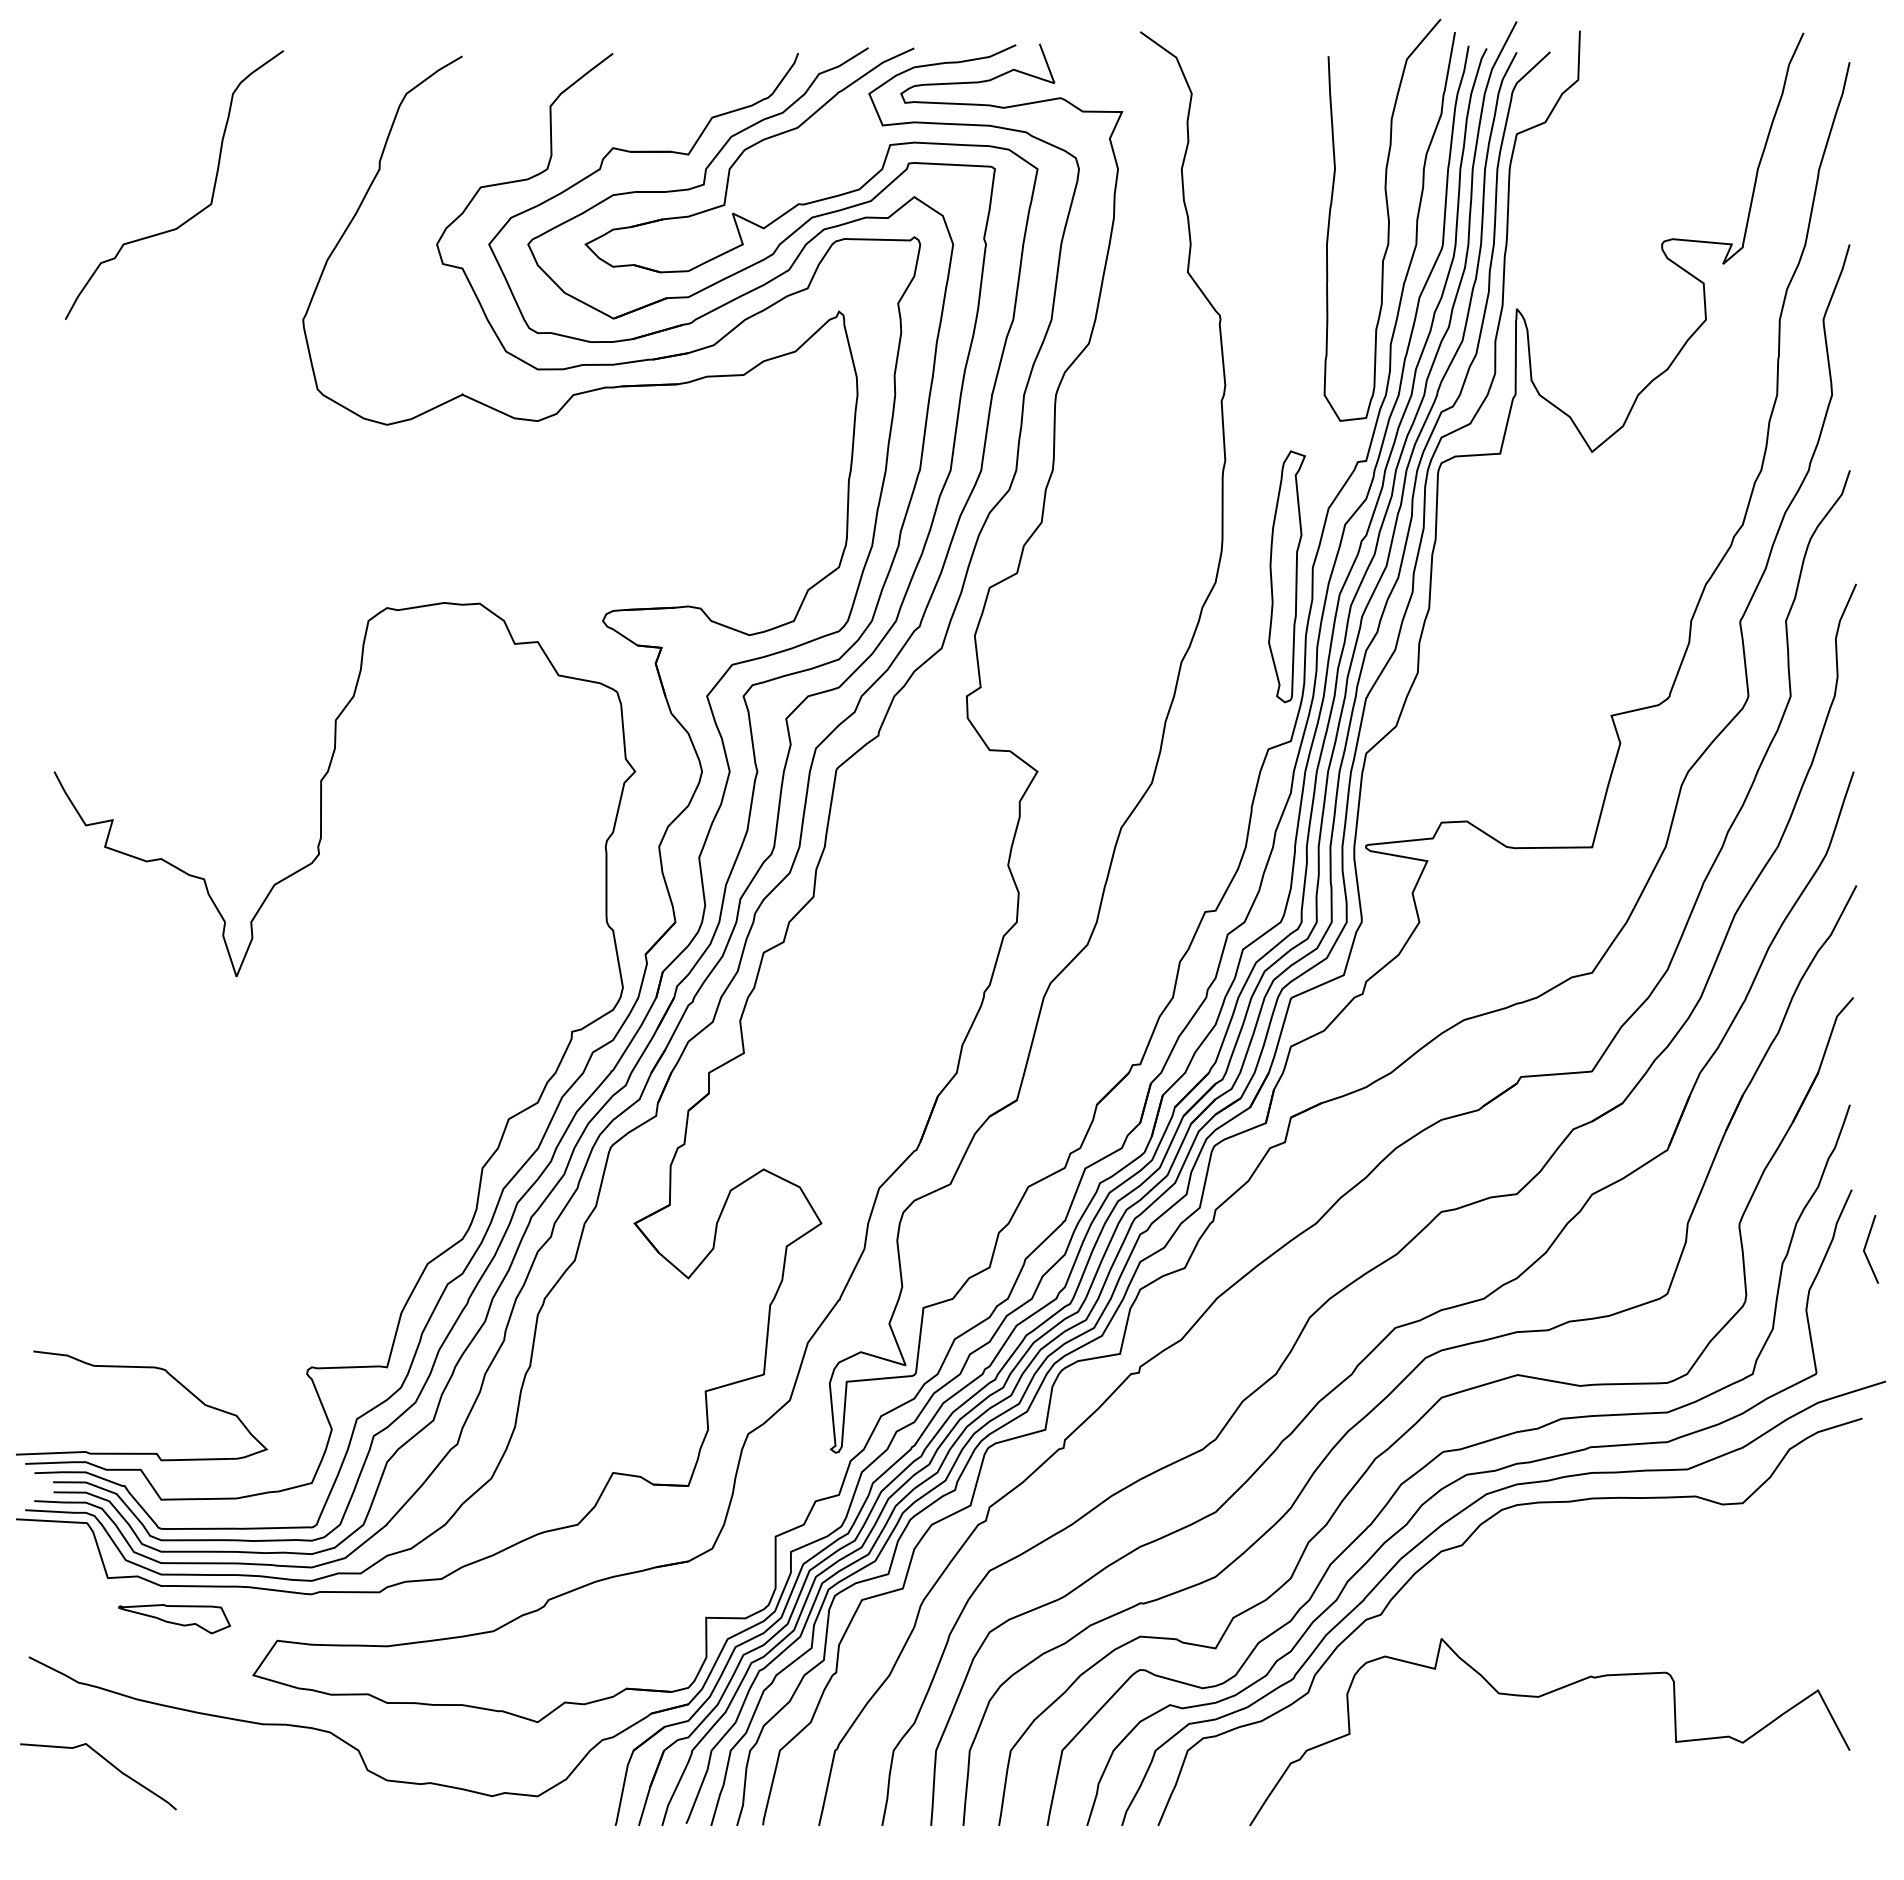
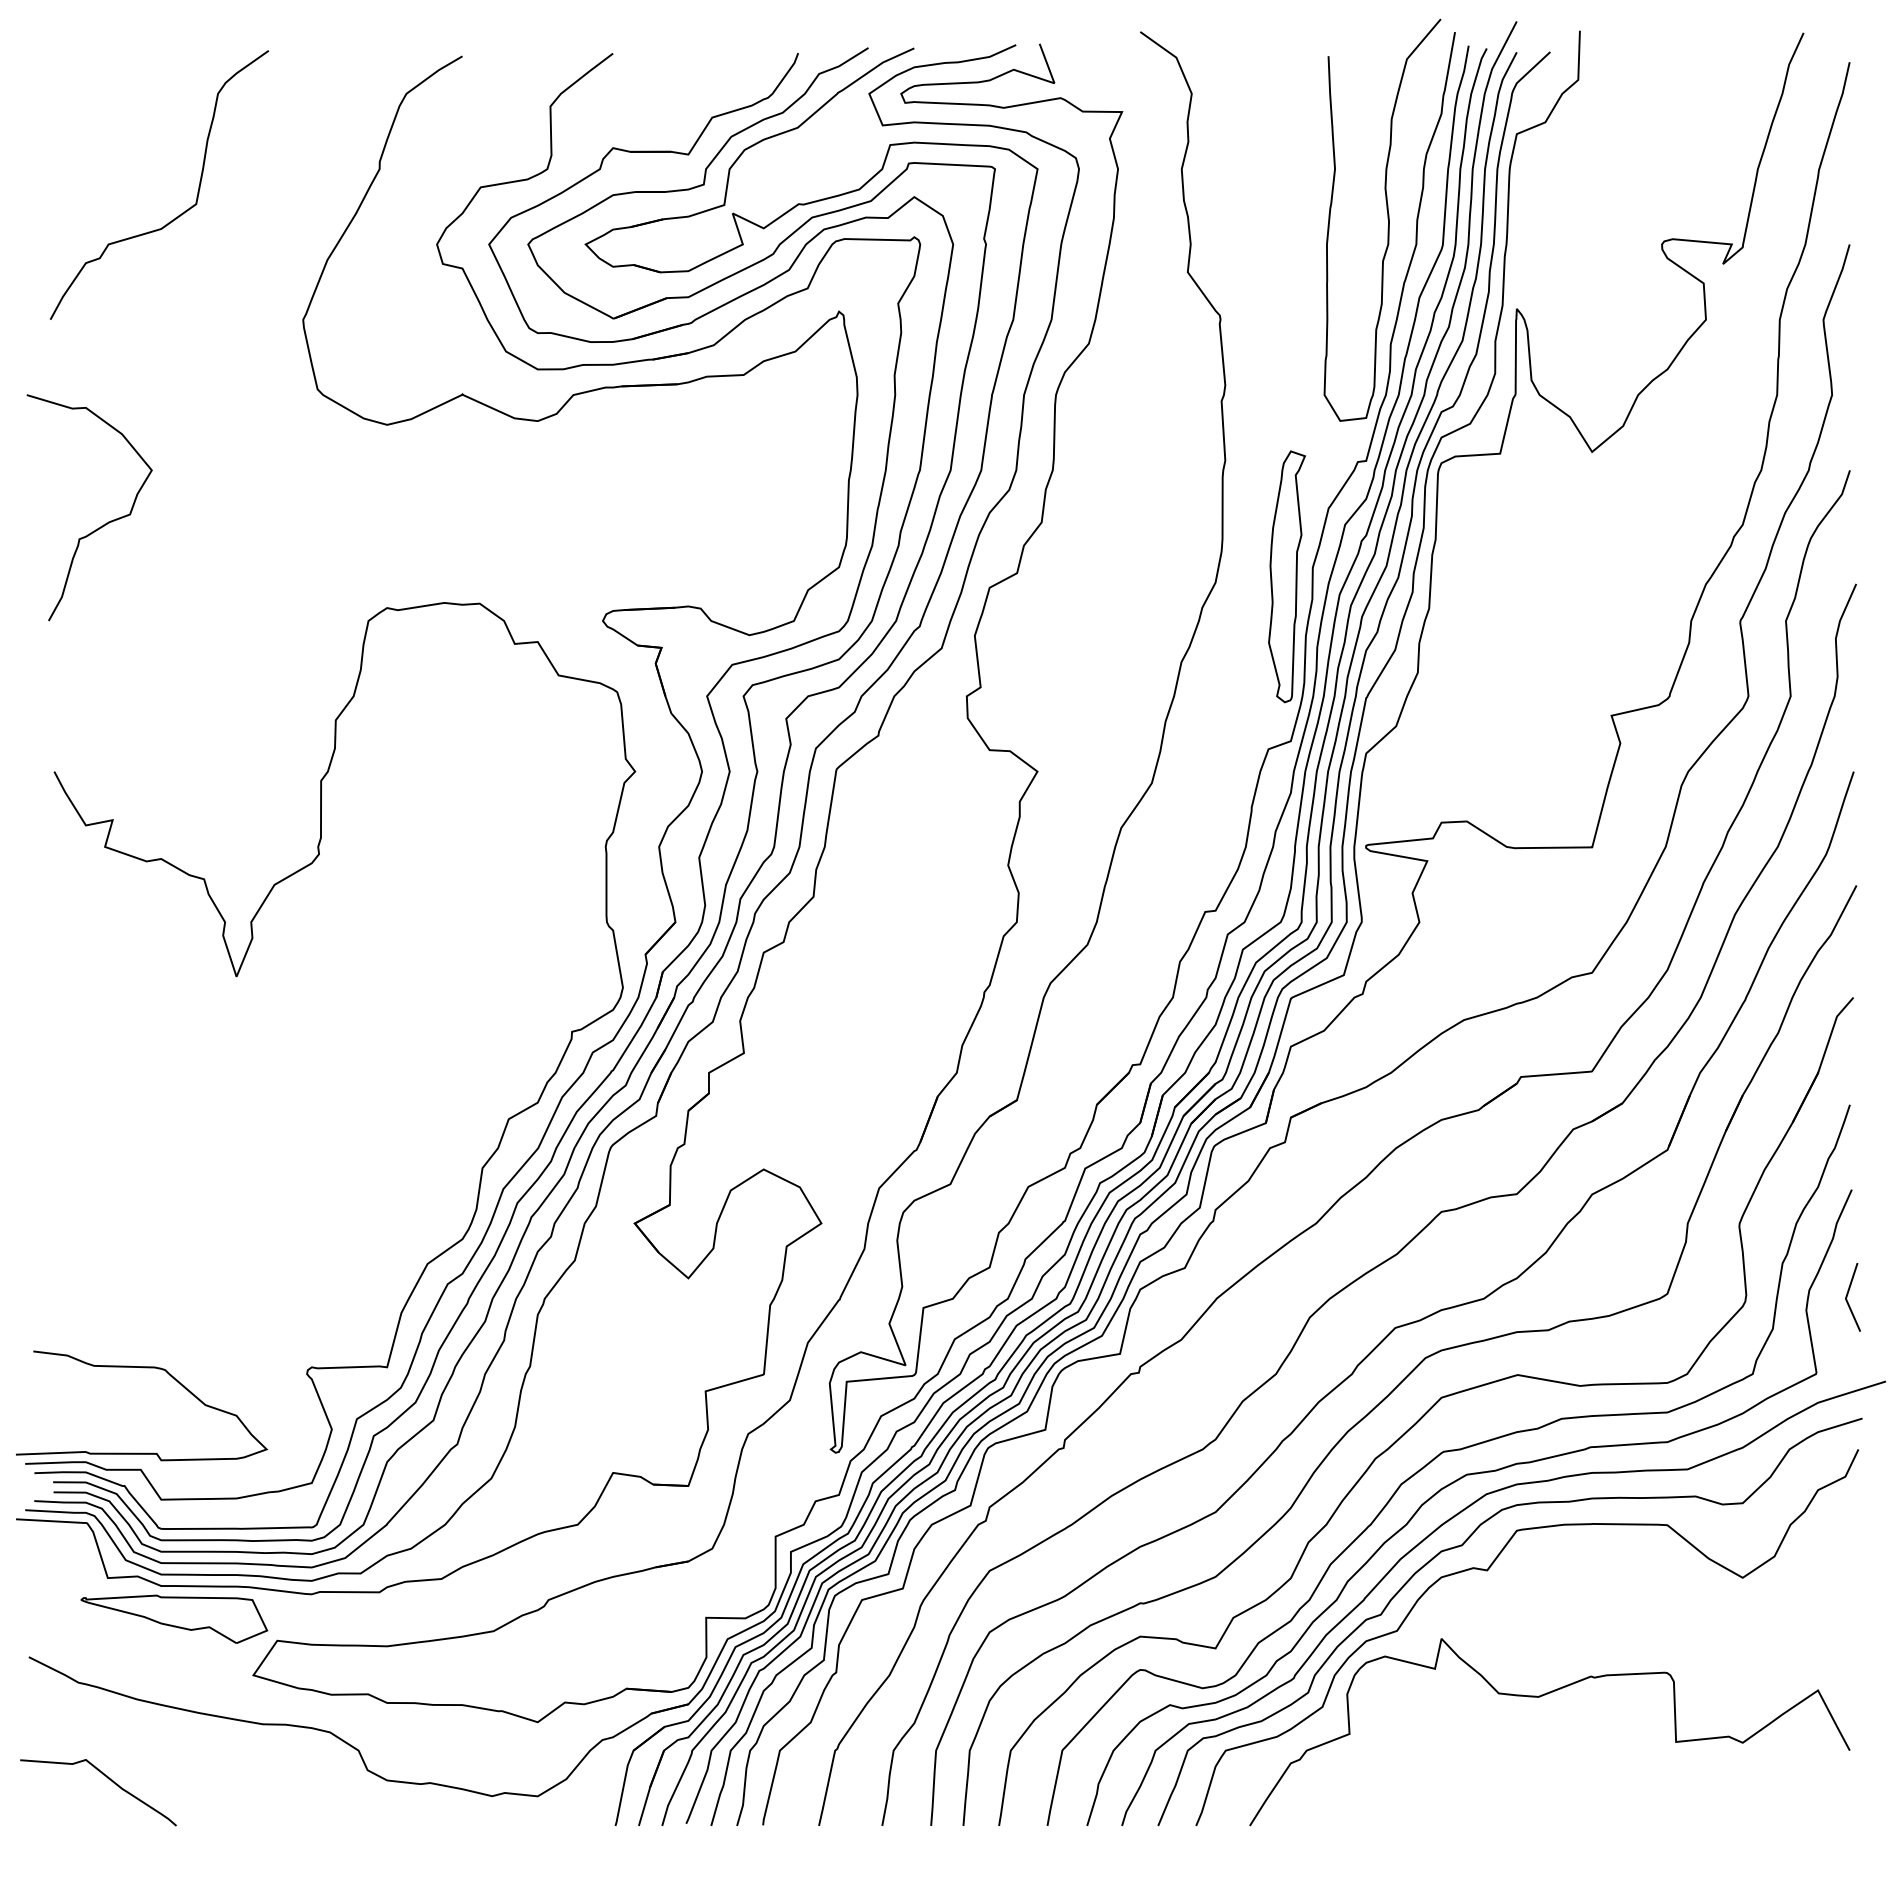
curve at (194, 214) position: (194, 214) -> (179, 214)
curve at (98, 527): none -> present
line at (1866, 1246) position: (1866, 1246) -> (1848, 1294)
curve at (1487, 1571): none -> present
part at (174, 1619) size: 114x31 px -> 189x50 px
curve at (108, 1763) position: (108, 1763) -> (108, 1779)
